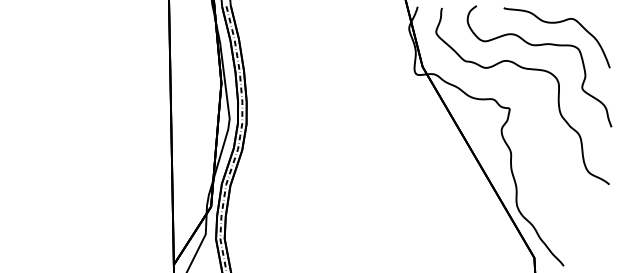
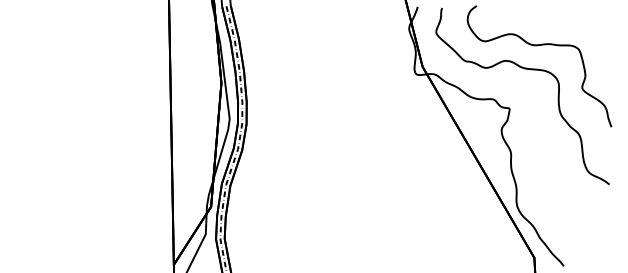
curve at (556, 23): present -> none
